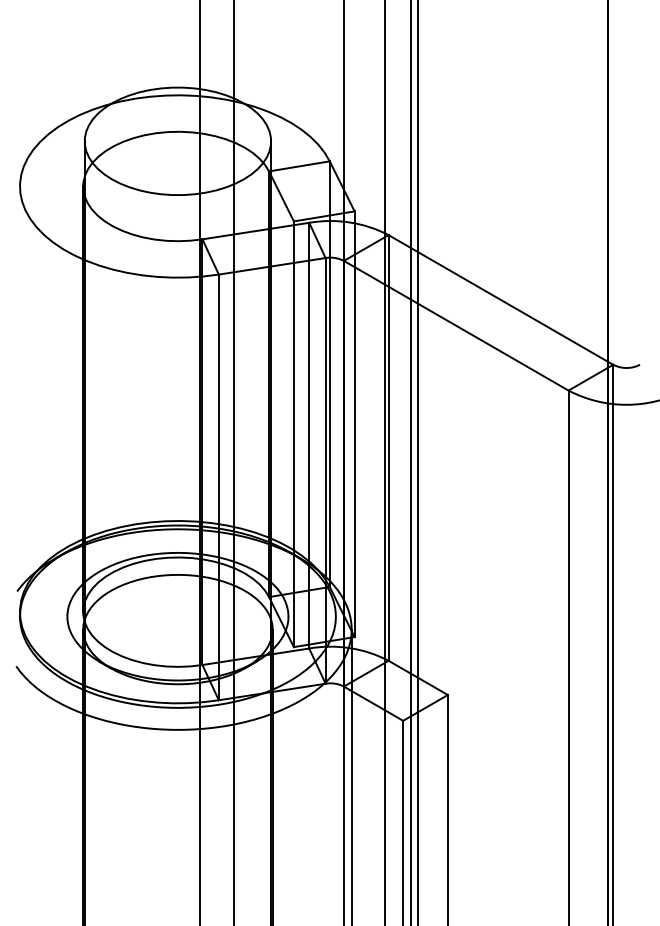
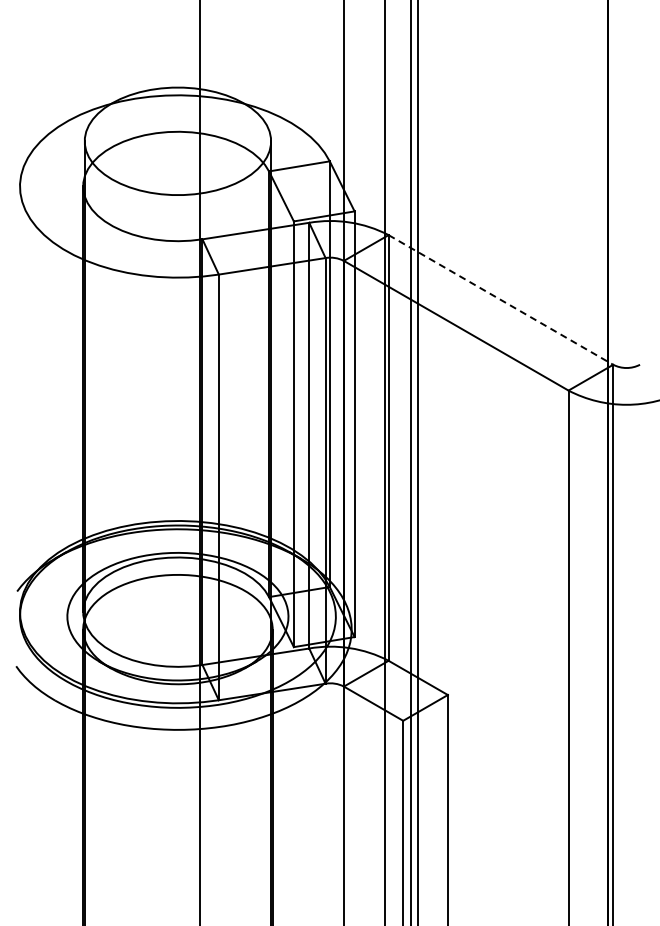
line at (500, 299): solid -> dashed
line at (233, 462): present -> none
line at (351, 775): present -> none
